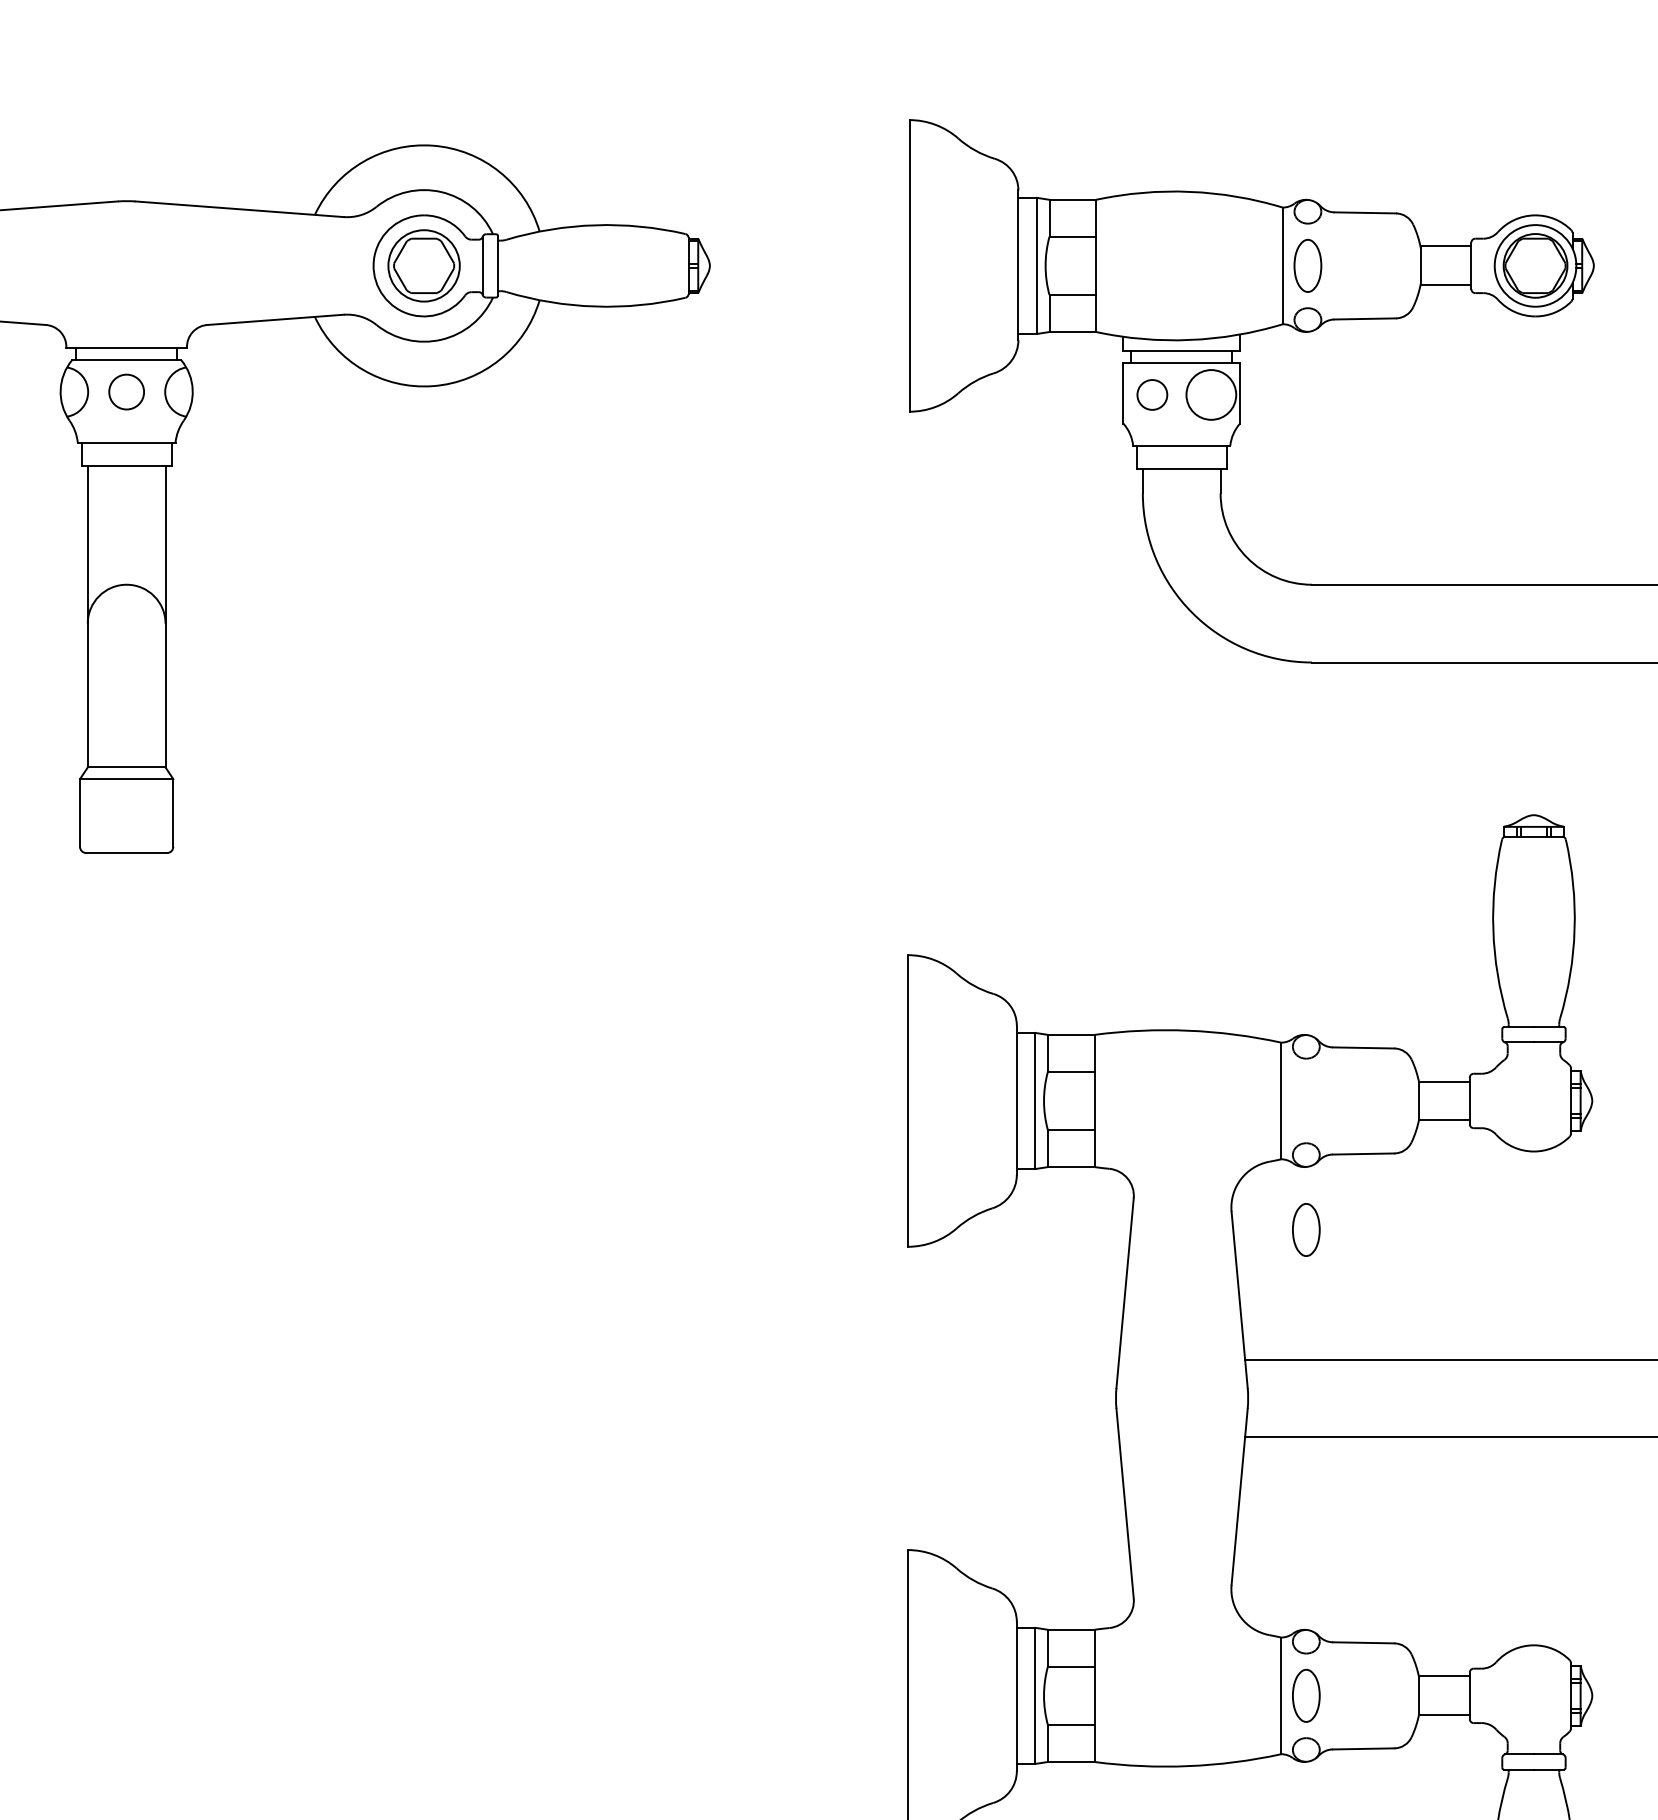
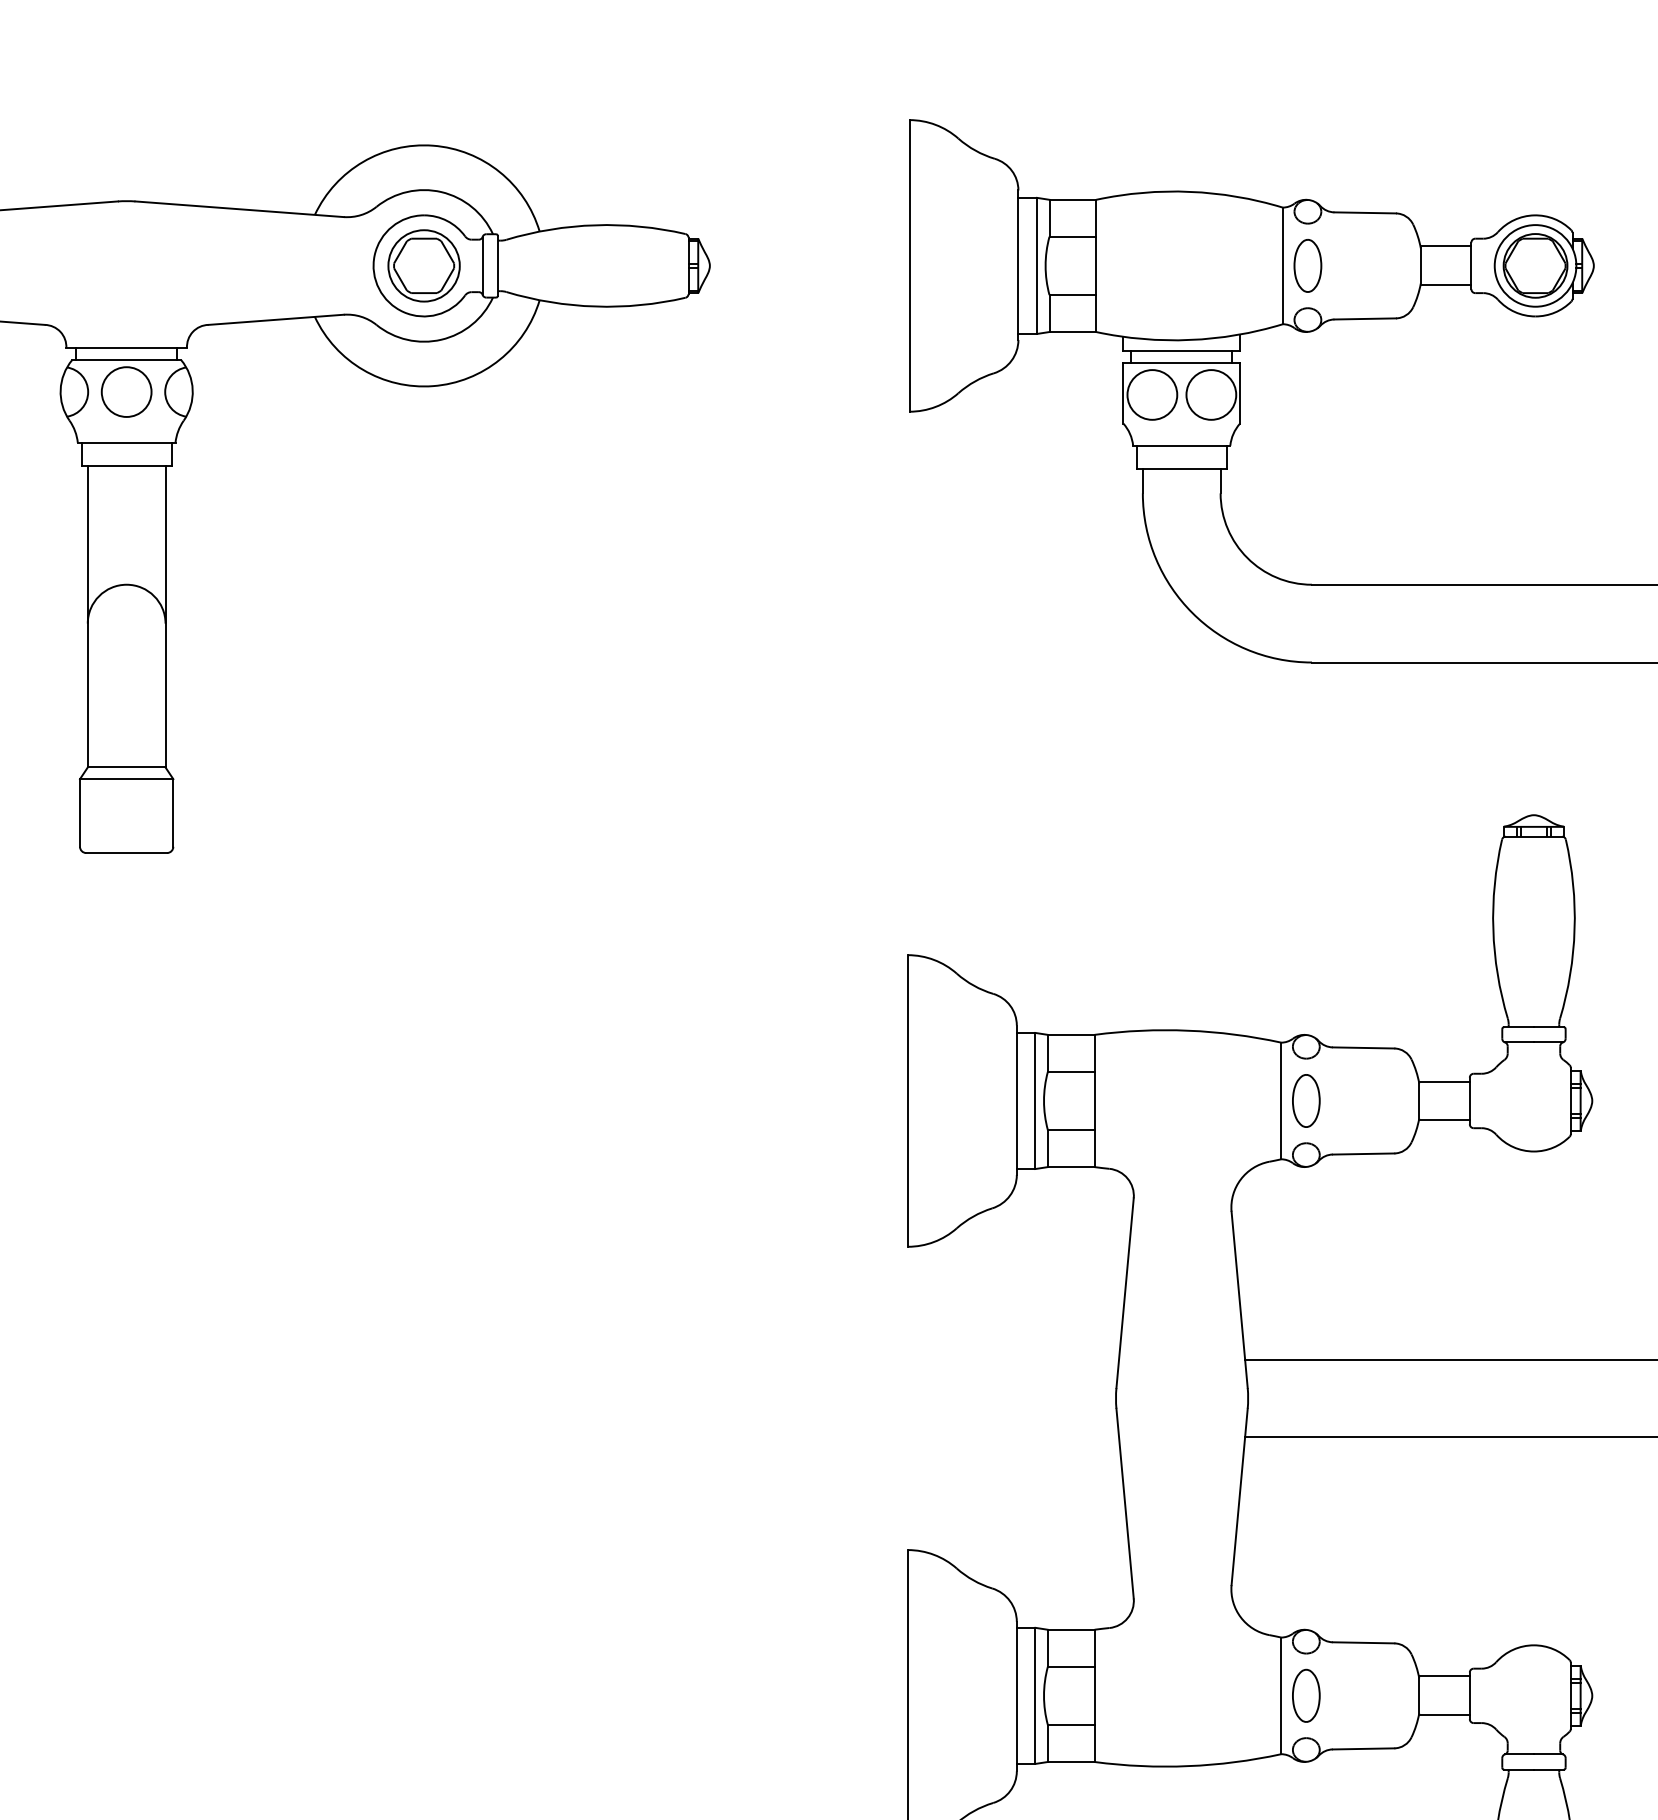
circle at (126, 391) diameter: 35 px -> 50 px
circle at (1152, 394) diameter: 30 px -> 50 px
part at (1306, 1229) position: (1306, 1229) -> (1306, 1100)
